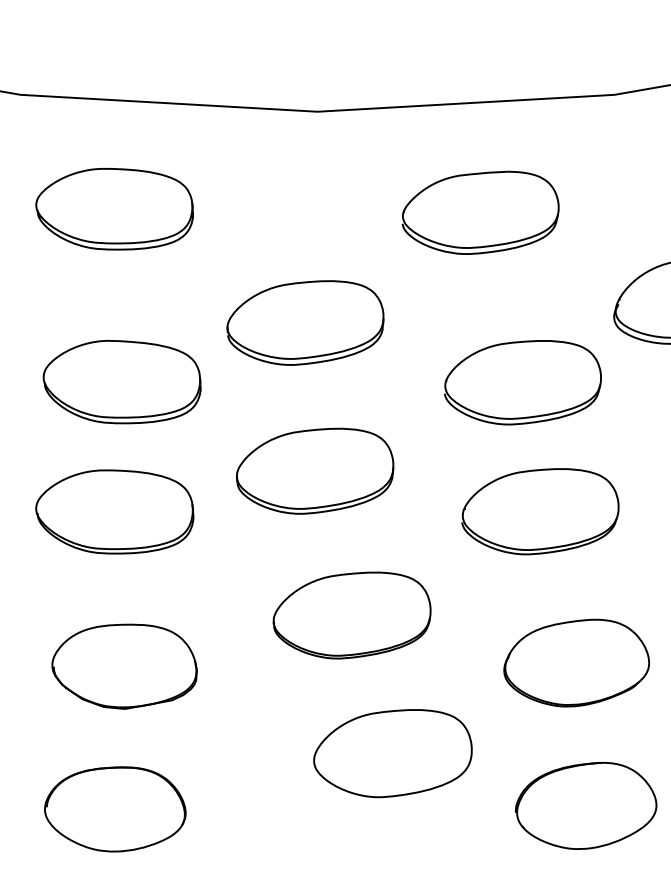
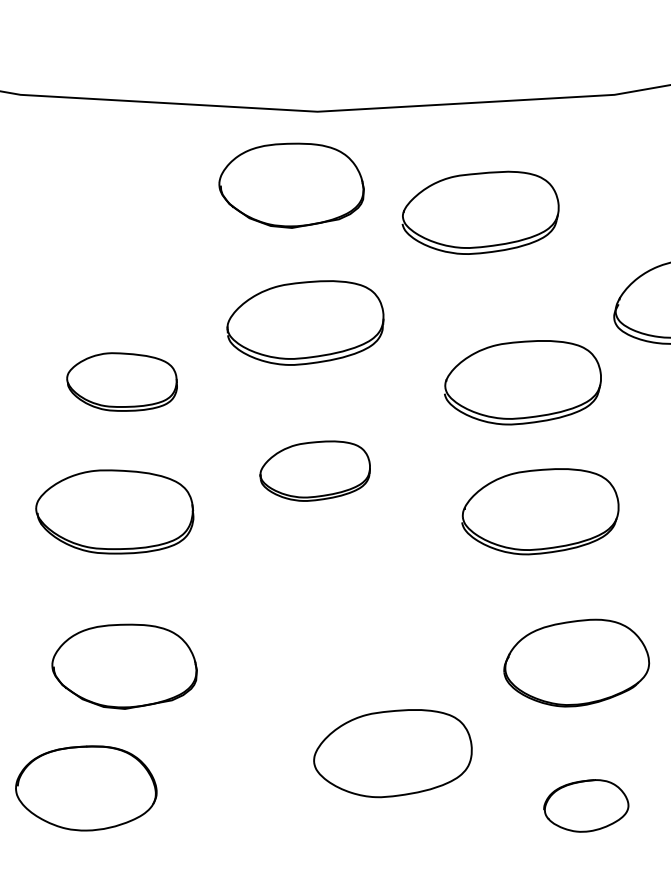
part at (291, 185): none -> present
part at (114, 209): present -> none
part at (121, 381) size: 160x86 px -> 112x60 px
part at (315, 470) size: 159x88 px -> 112x62 px
part at (351, 615): present -> none
part at (586, 805) size: 143x88 px -> 87x54 px
part at (115, 809) position: (115, 809) -> (86, 788)
